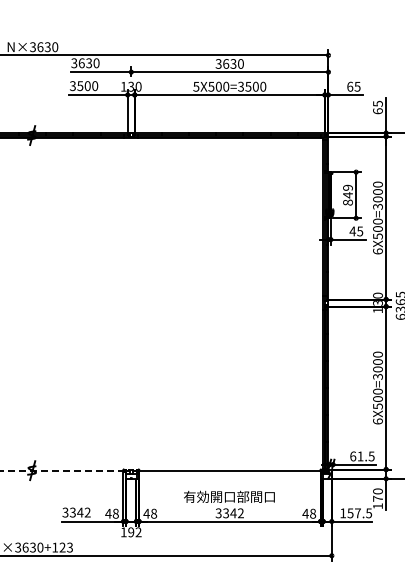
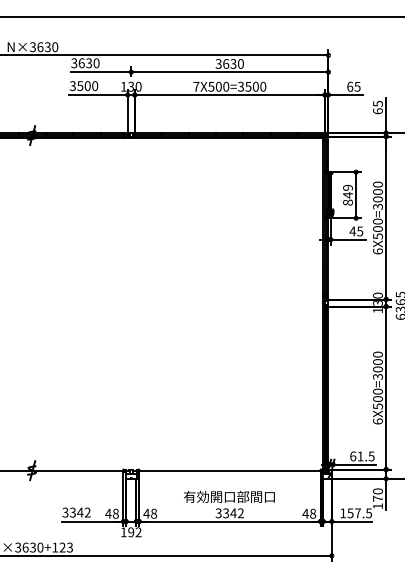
line at (201, 17): none -> present
text at (196, 86): 5X500=3500 -> 7X500=3500
line at (62, 470): dashed -> solid
